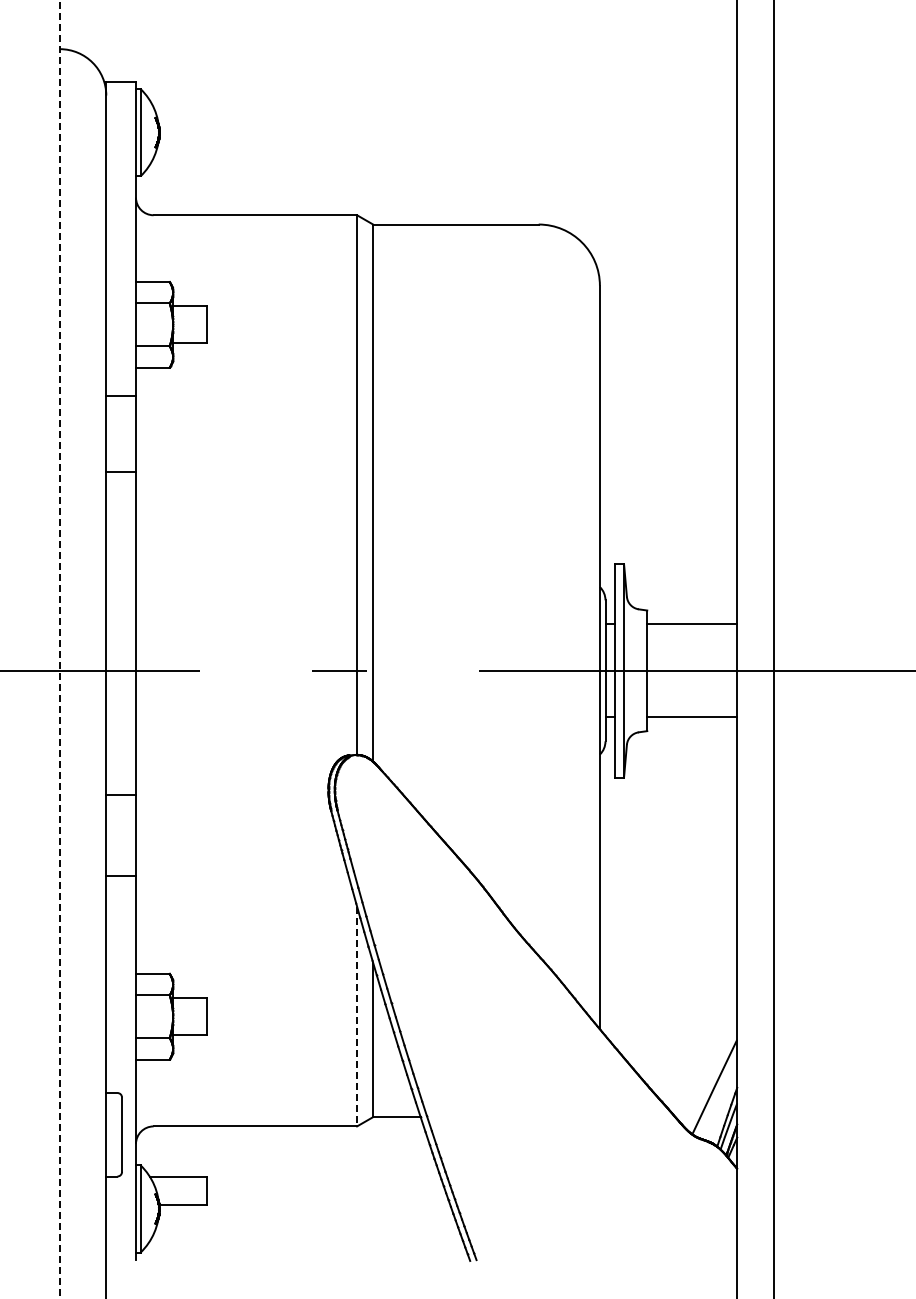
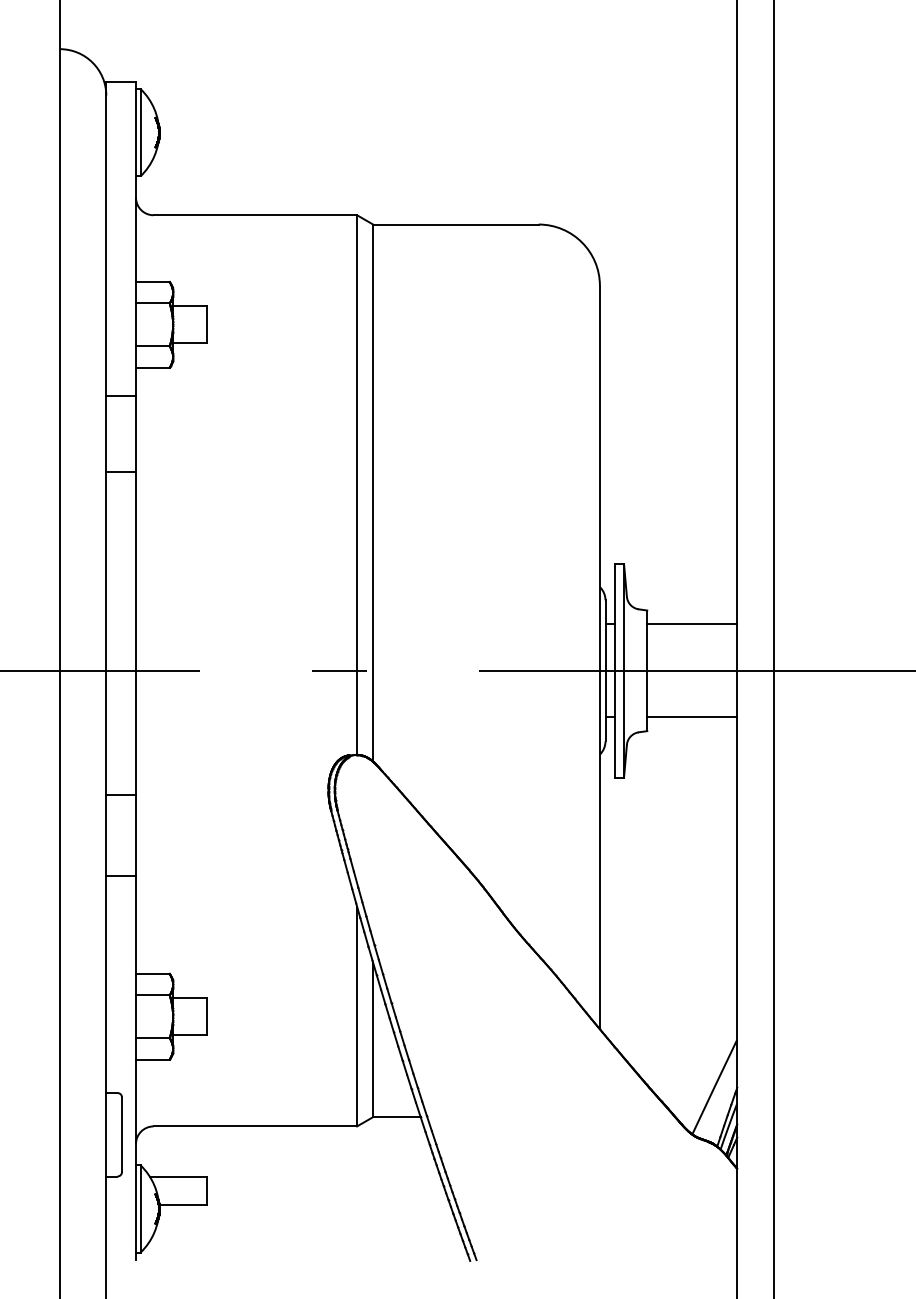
line at (59, 649): dashed -> solid
line at (357, 1016): dashed -> solid
